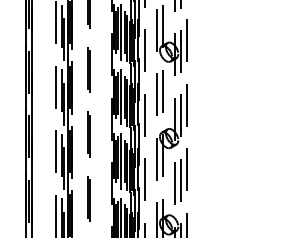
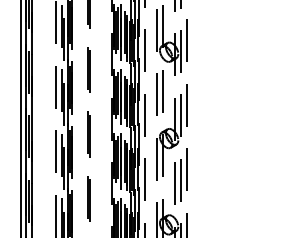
line at (20, 118): none -> present
